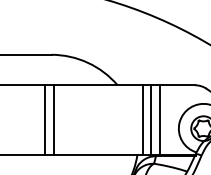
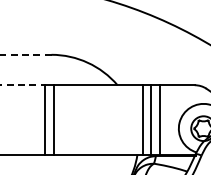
line at (25, 54): solid -> dashed
line at (23, 85): solid -> dashed
